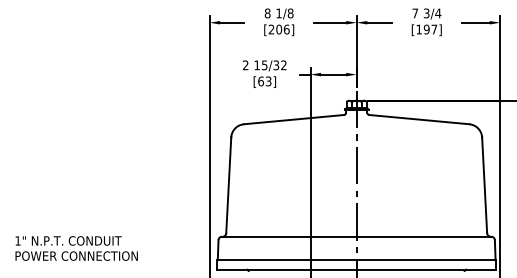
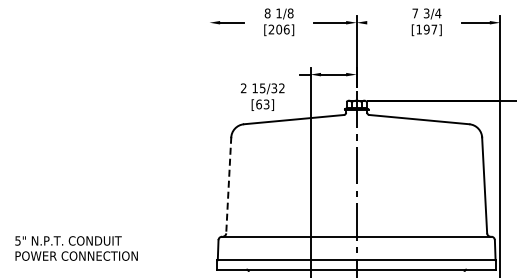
line at (379, 22): present -> none
text at (264, 73) position: (264, 73) -> (262, 96)
line at (209, 144): present -> none
line at (228, 185): solid -> dashed
text at (17, 240): 1" -> 5"
